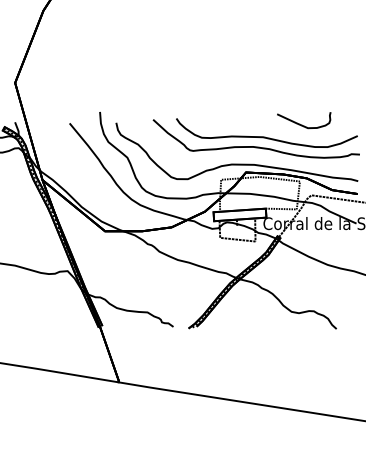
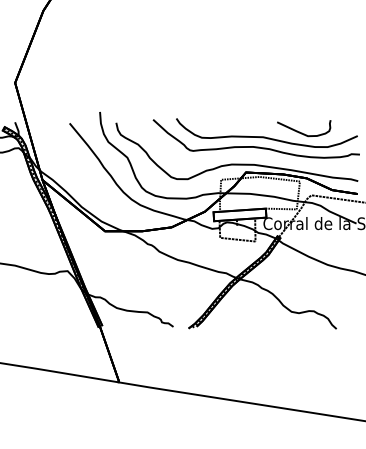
curve at (302, 124) position: (302, 124) -> (302, 132)
